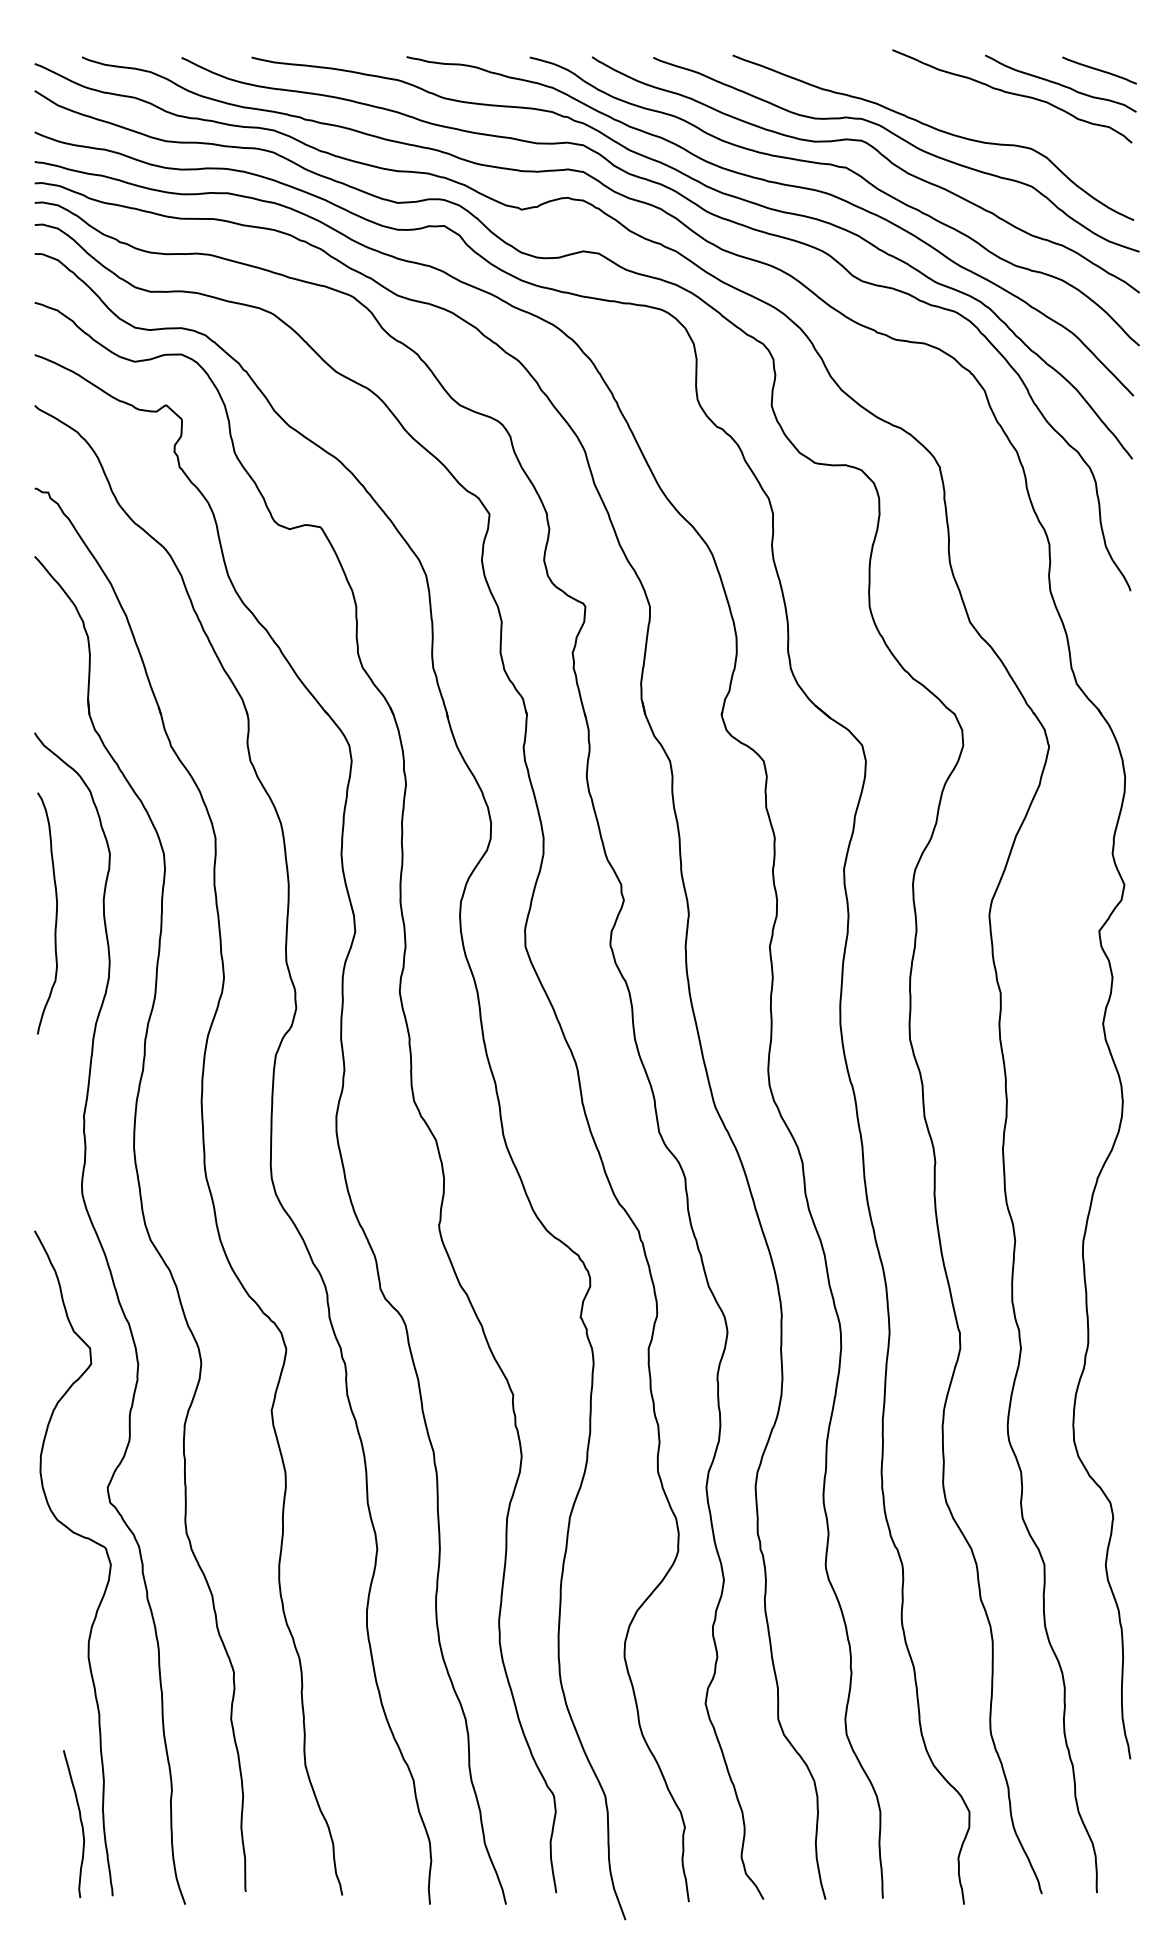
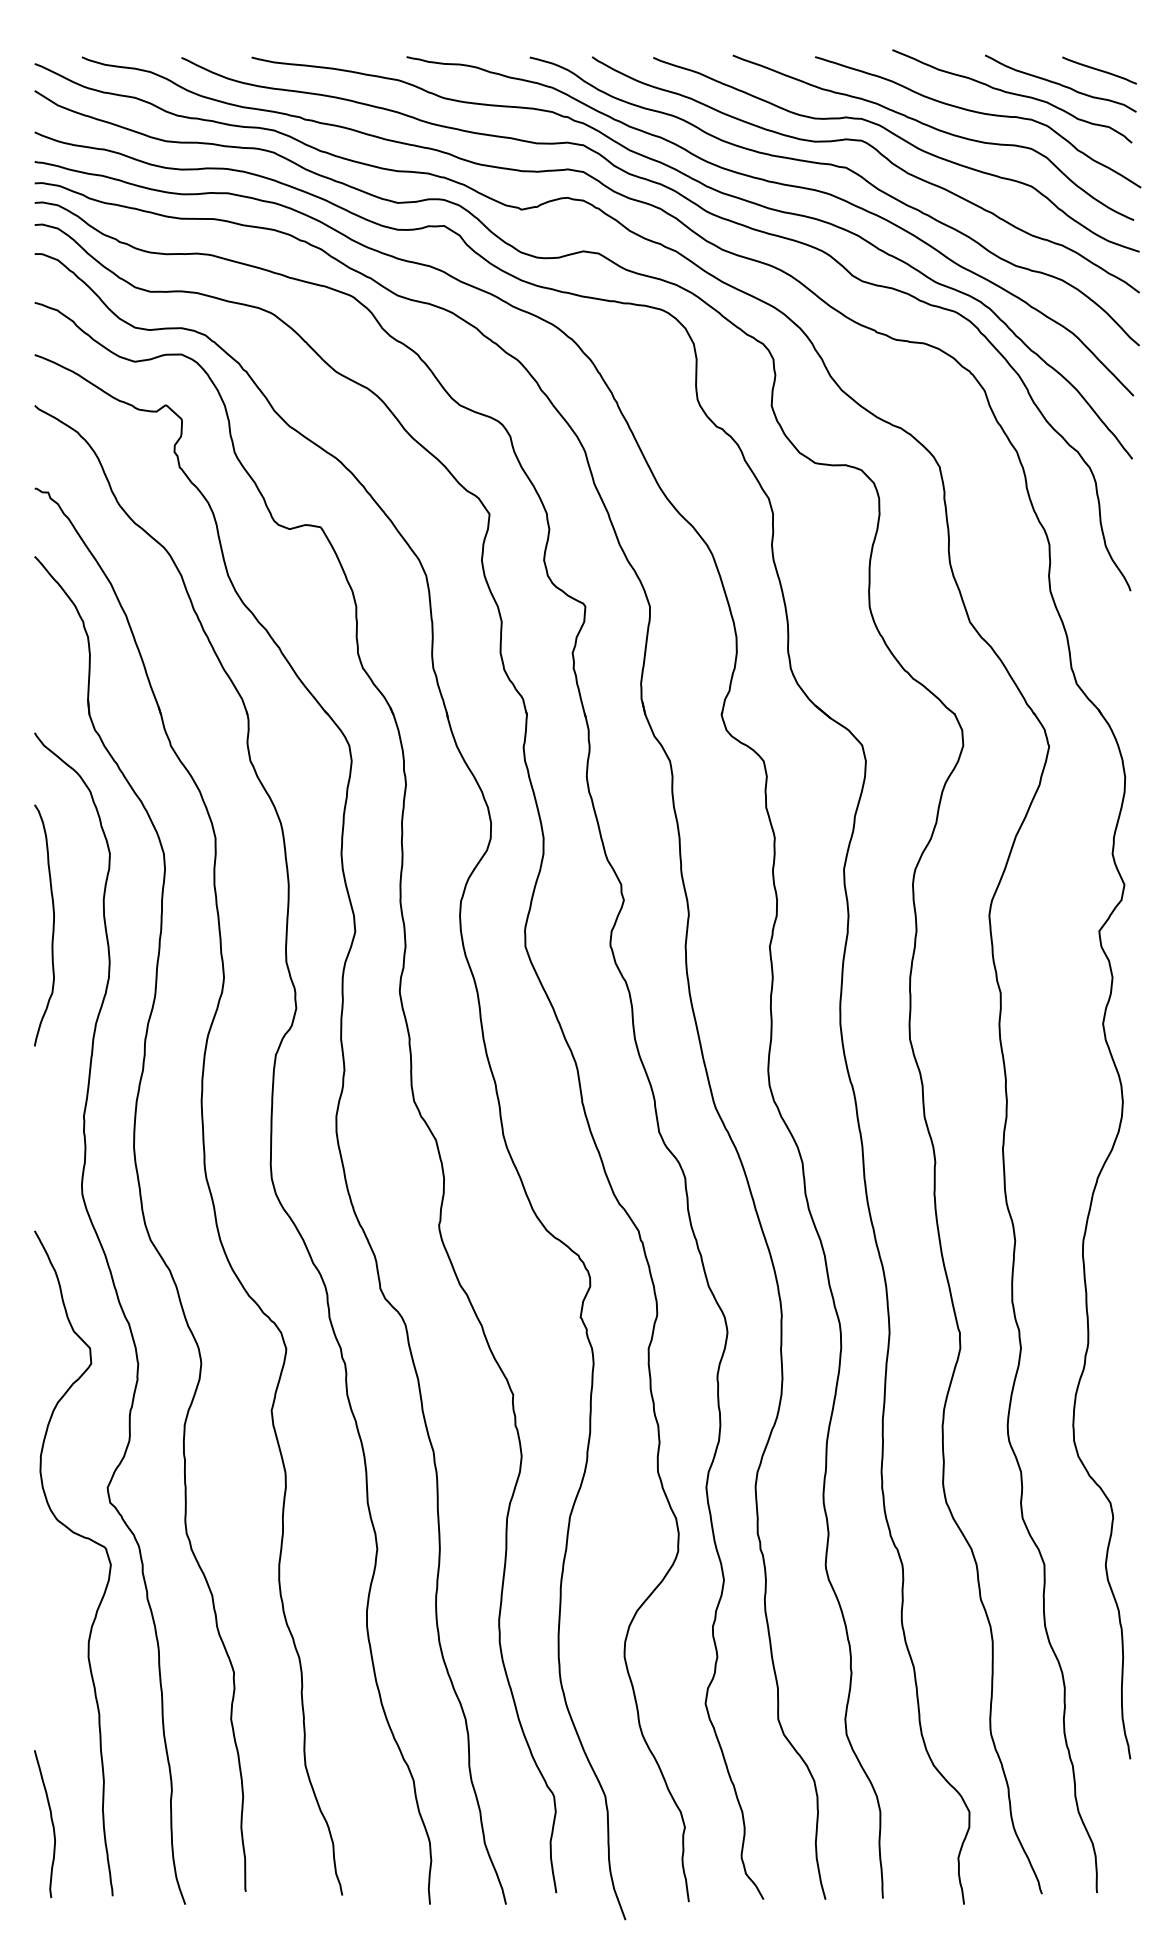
curve at (981, 114): none -> present
curve at (55, 913) position: (55, 913) -> (52, 925)
curve at (80, 1823) position: (80, 1823) -> (51, 1823)
